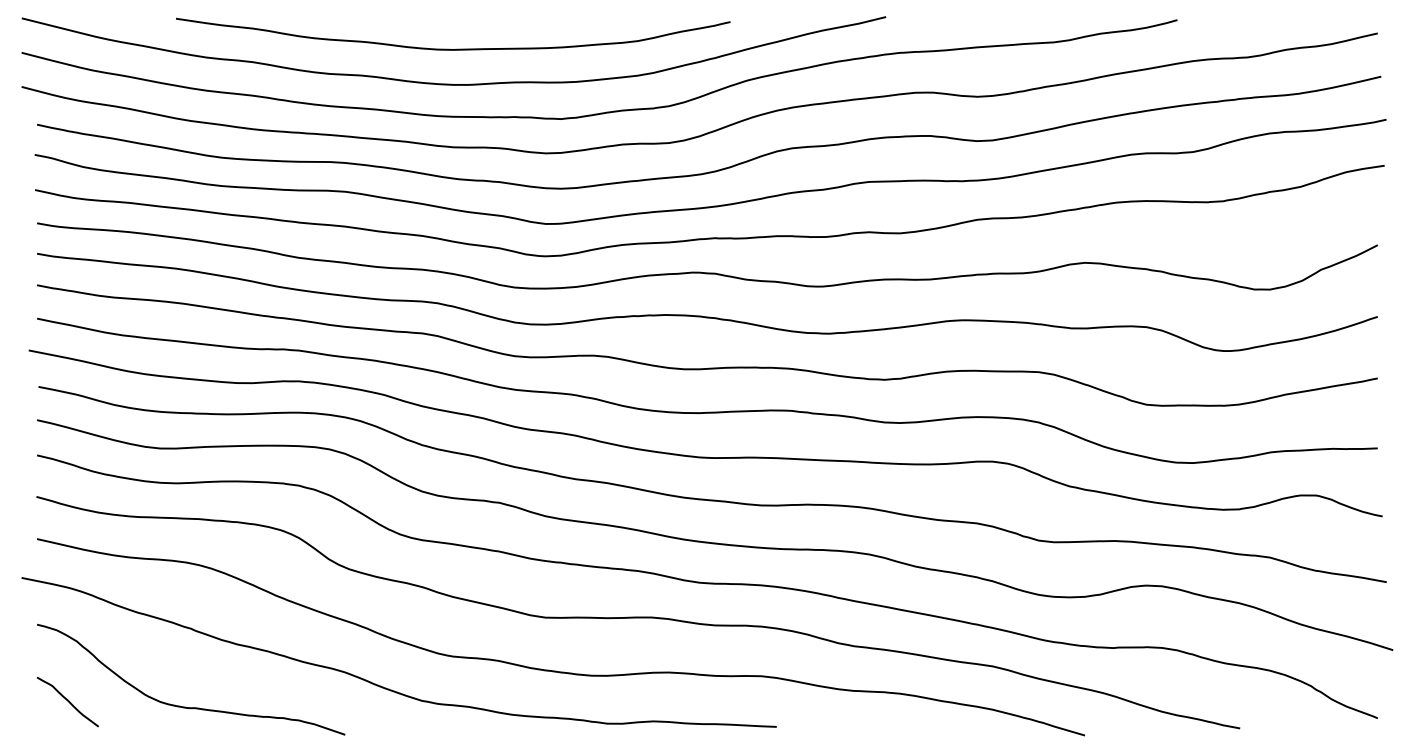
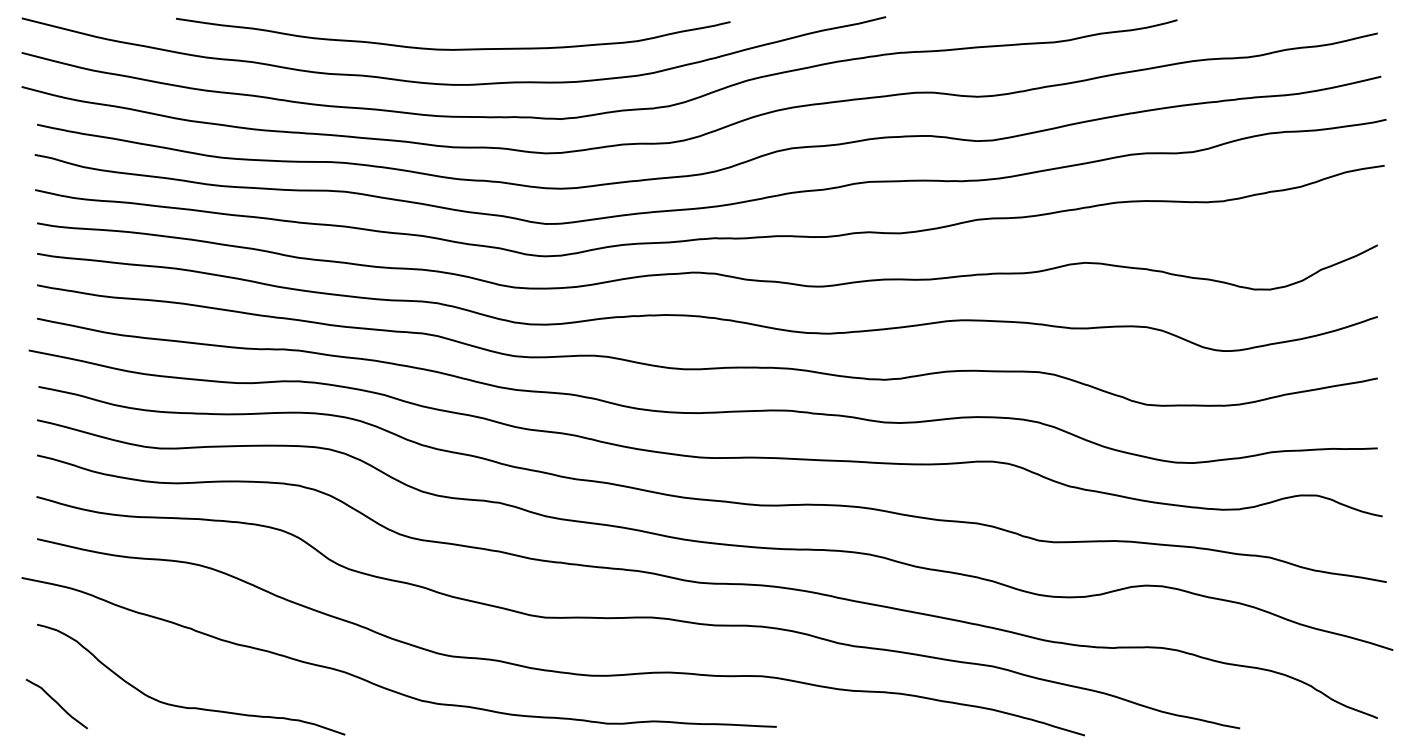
curve at (67, 701) position: (67, 701) -> (56, 703)
